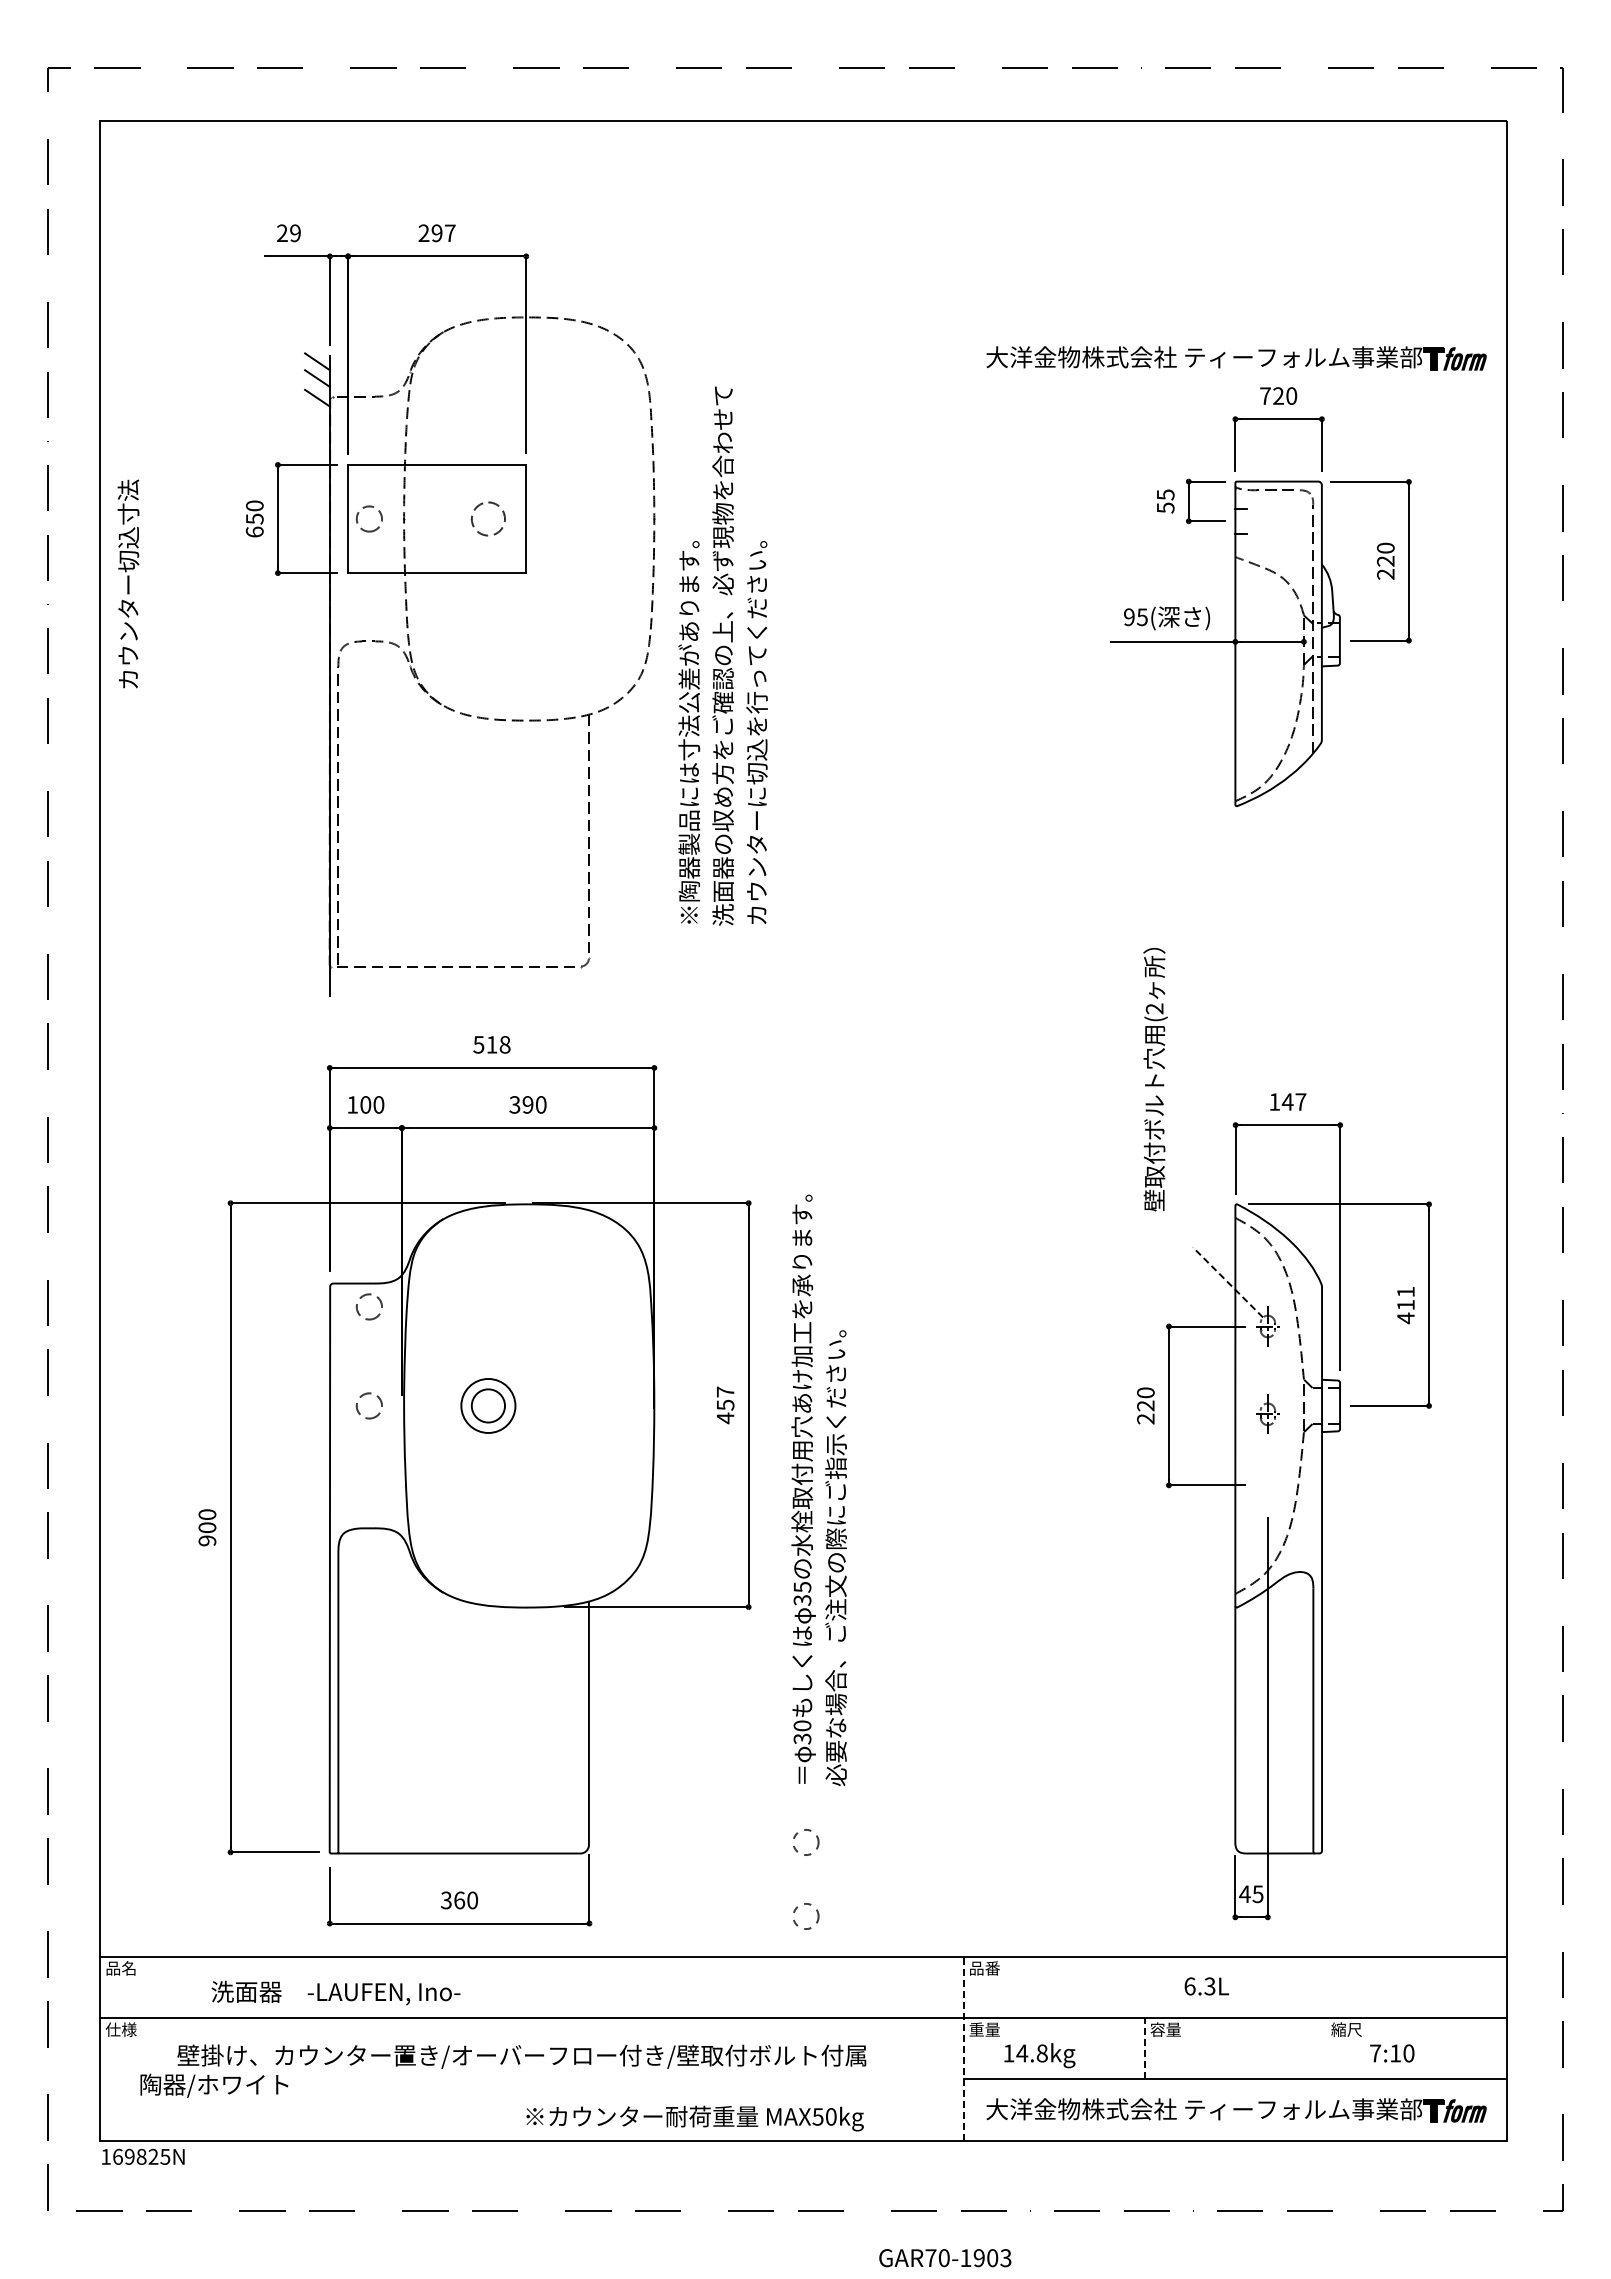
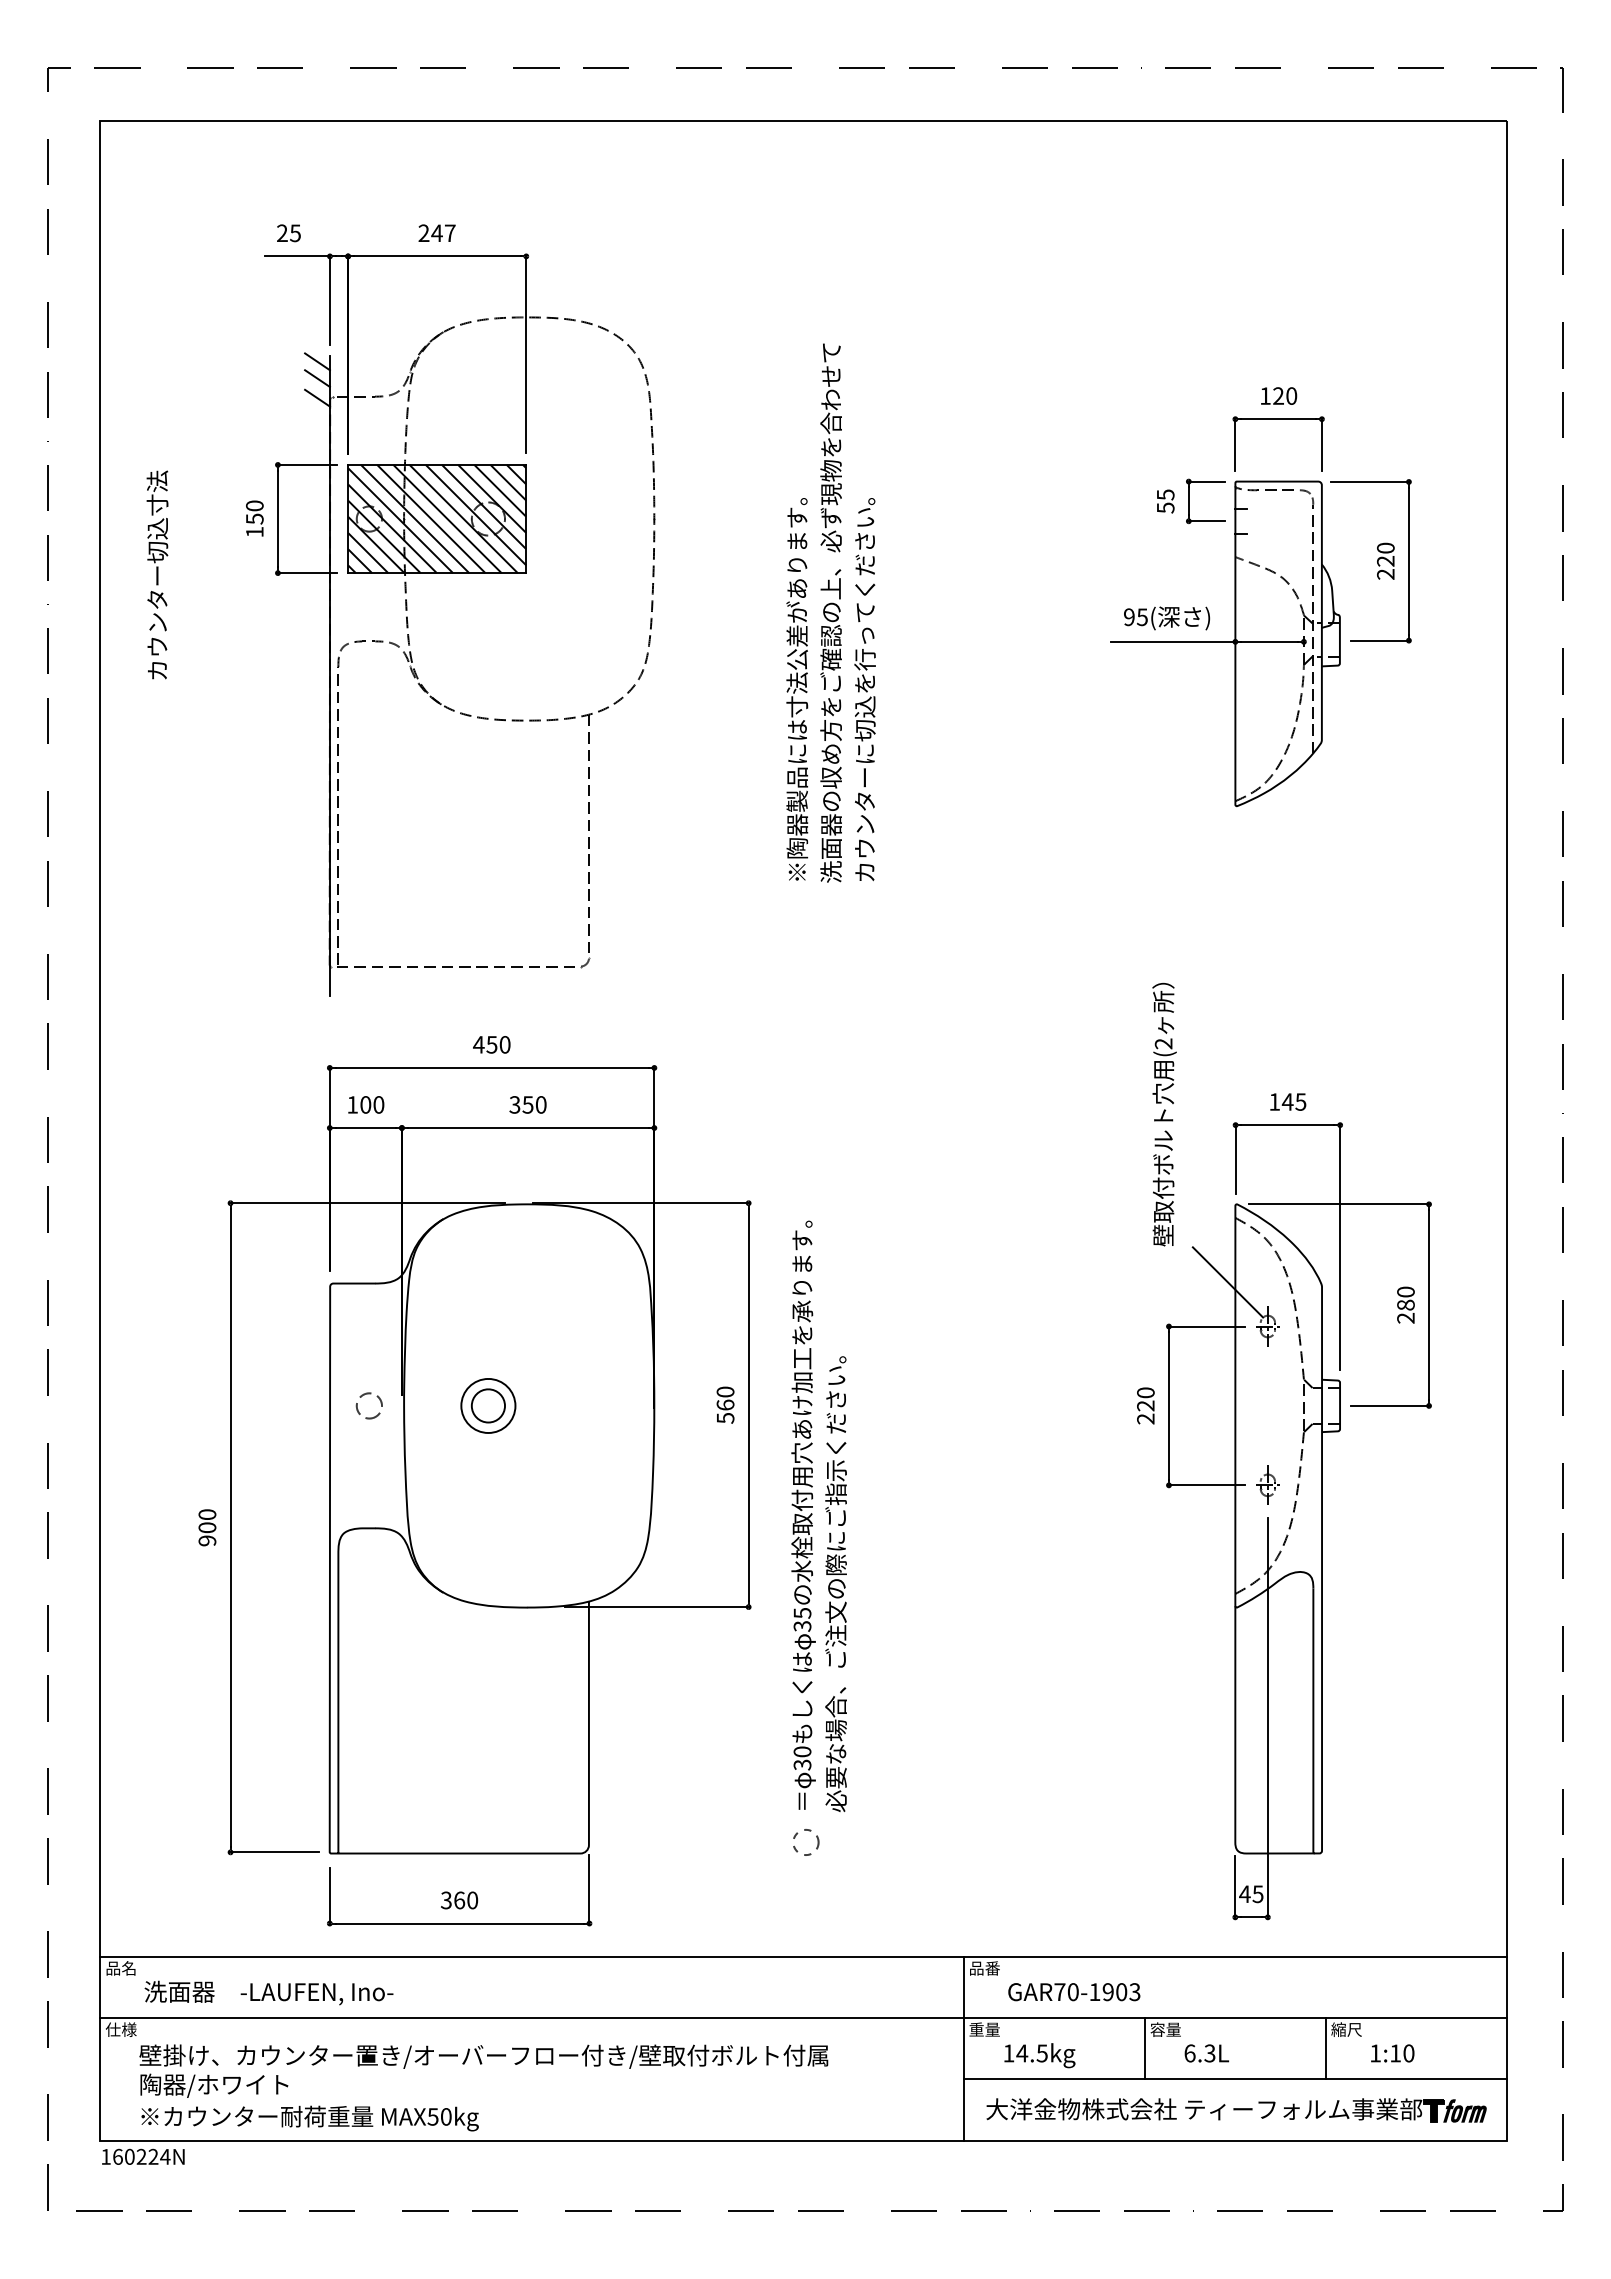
text at (295, 233): 29 -> 25
text at (436, 233): 297 -> 247
part at (1236, 358): present -> none
text at (1265, 395): 720 -> 120
hatch at (437, 518): none -> present
text at (254, 531): 650 -> 150
text at (128, 583) position: (128, 583) -> (157, 574)
text at (722, 655) position: (722, 655) -> (830, 612)
text at (491, 1044): 518 -> 450
text at (1155, 1079) position: (1155, 1079) -> (1164, 1114)
text at (1300, 1101): 147 -> 145
text at (527, 1104): 390 -> 350
line at (1228, 1282): dashed -> solid
part at (361, 1298): present -> none
text at (1405, 1305): 411 -> 280
text at (725, 1405): 457 -> 560
part at (1267, 1413) position: (1267, 1413) -> (1267, 1484)
text at (818, 1489) position: (818, 1489) -> (818, 1515)
circle at (806, 1916): present -> none
text at (1206, 1986) position: (1206, 1986) -> (1206, 2053)
text at (335, 1992) position: (335, 1992) -> (268, 1992)
line at (963, 2048): dashed -> solid
line at (1144, 2048): dashed -> solid
line at (1325, 2048): none -> present
text at (1041, 2053): 14.8kg -> 14.5kg
text at (1375, 2053): 7:10 -> 1:10
text at (521, 2056) position: (521, 2056) -> (483, 2056)
text at (694, 2118) position: (694, 2118) -> (309, 2118)
text at (147, 2156): 169825N -> 160224N
text at (945, 2258) position: (945, 2258) -> (1074, 1992)
